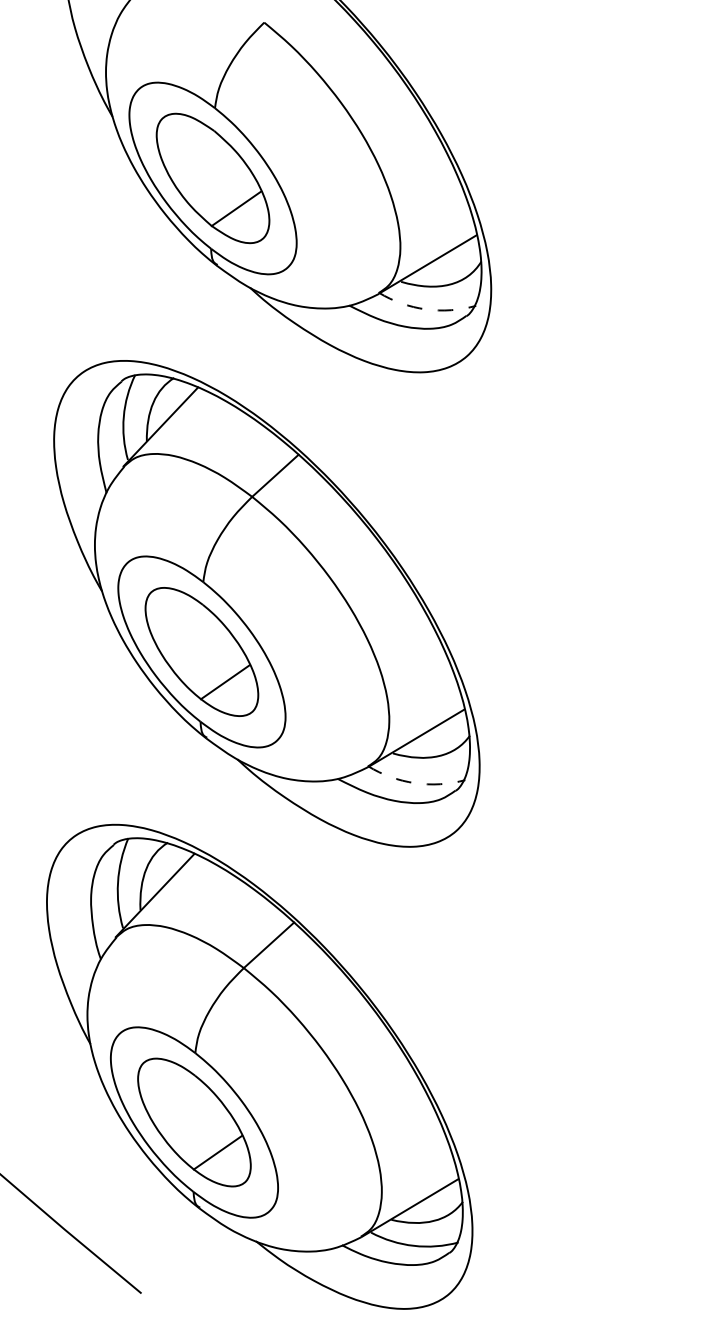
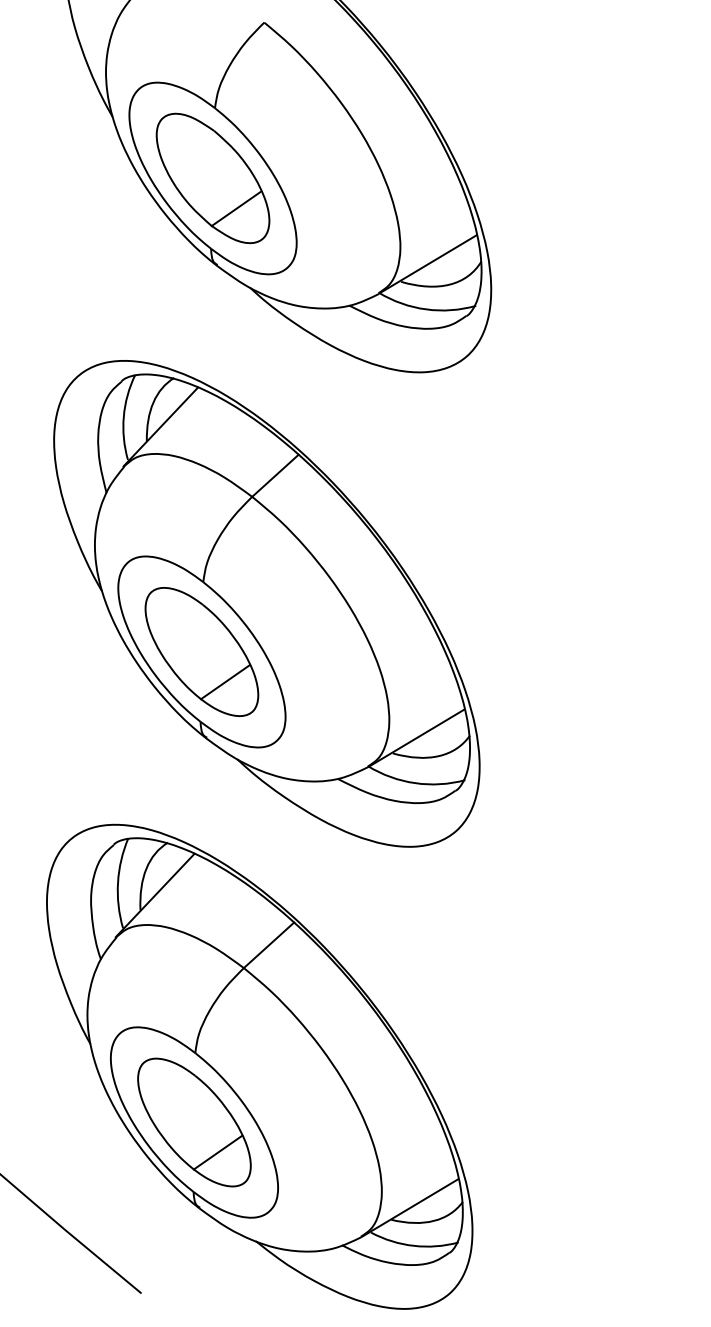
arc at (426, 309): dashed -> solid
arc at (415, 783): dashed -> solid
